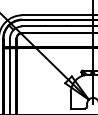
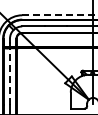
line at (59, 15): solid -> dashed
line at (10, 76): solid -> dashed
